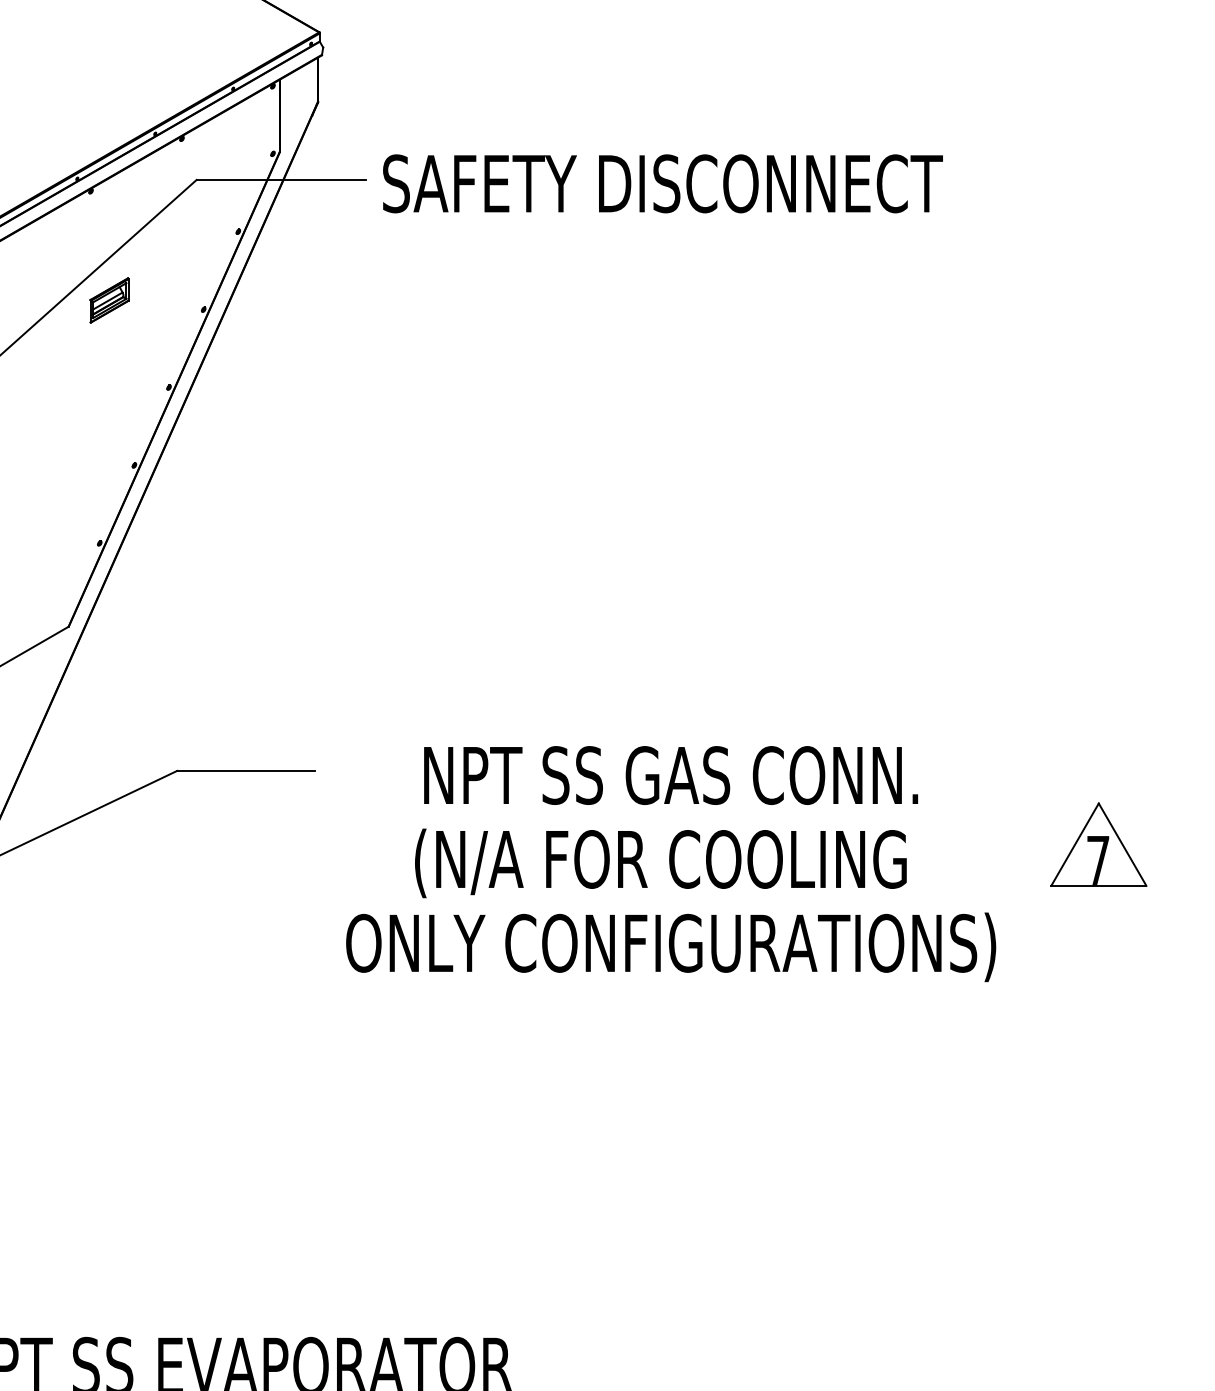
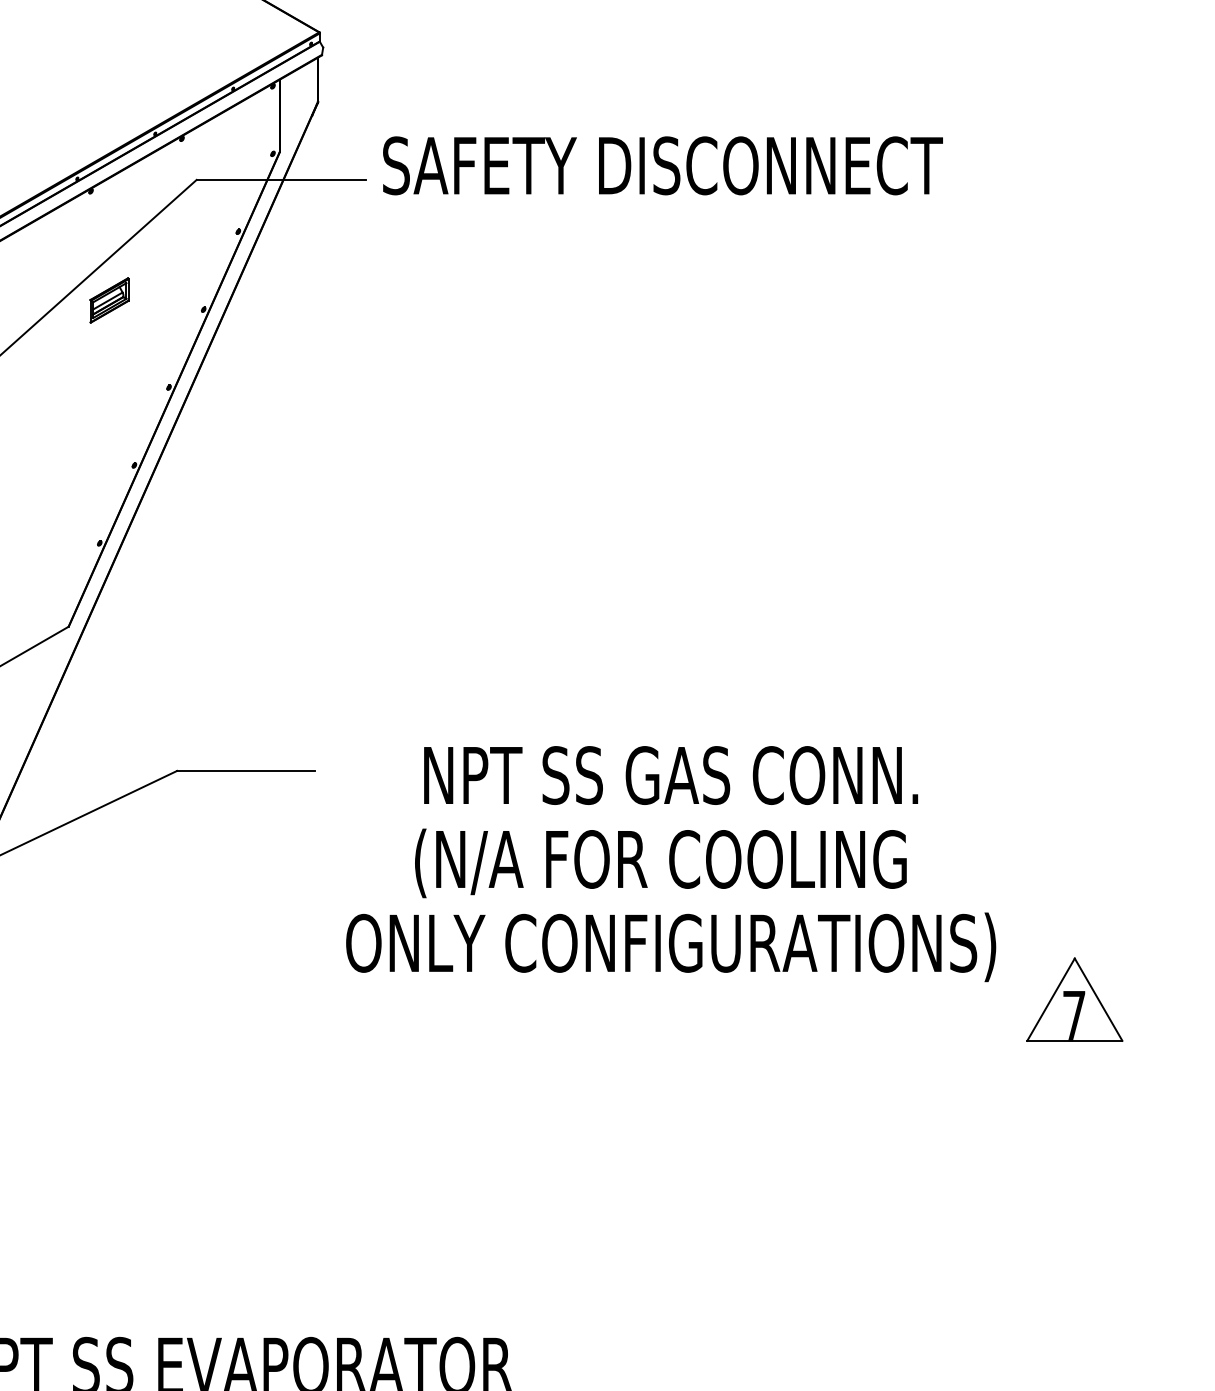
text at (662, 183) position: (662, 183) -> (662, 165)
part at (1098, 844) position: (1098, 844) -> (1074, 999)
